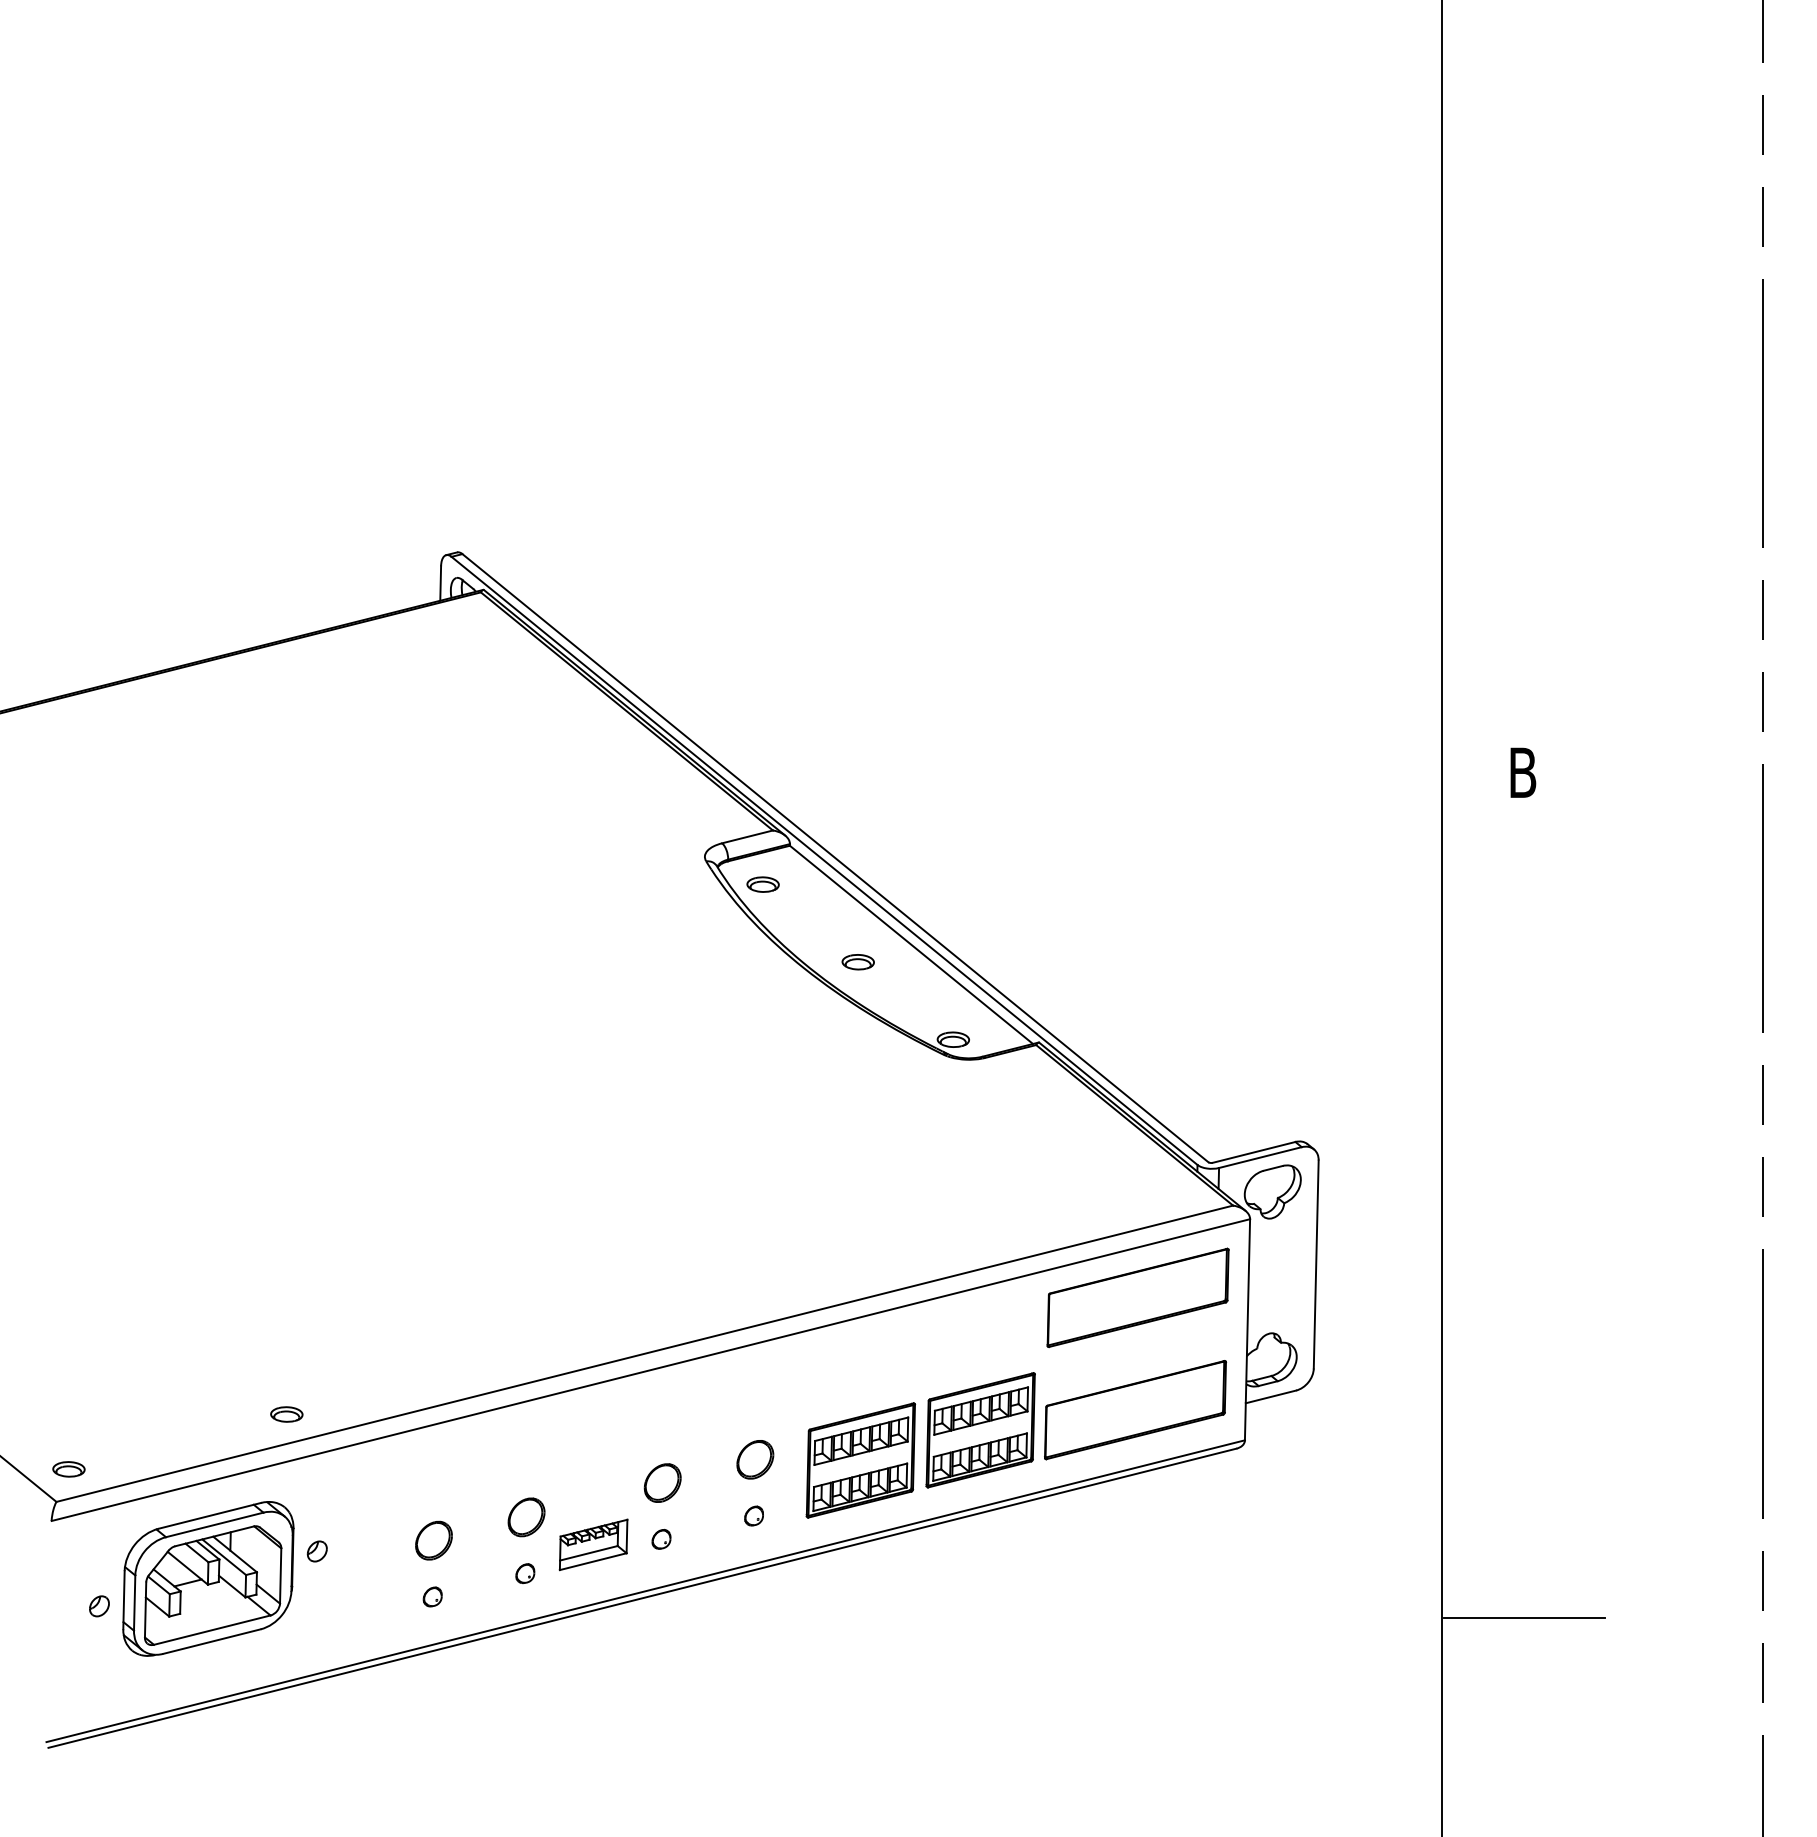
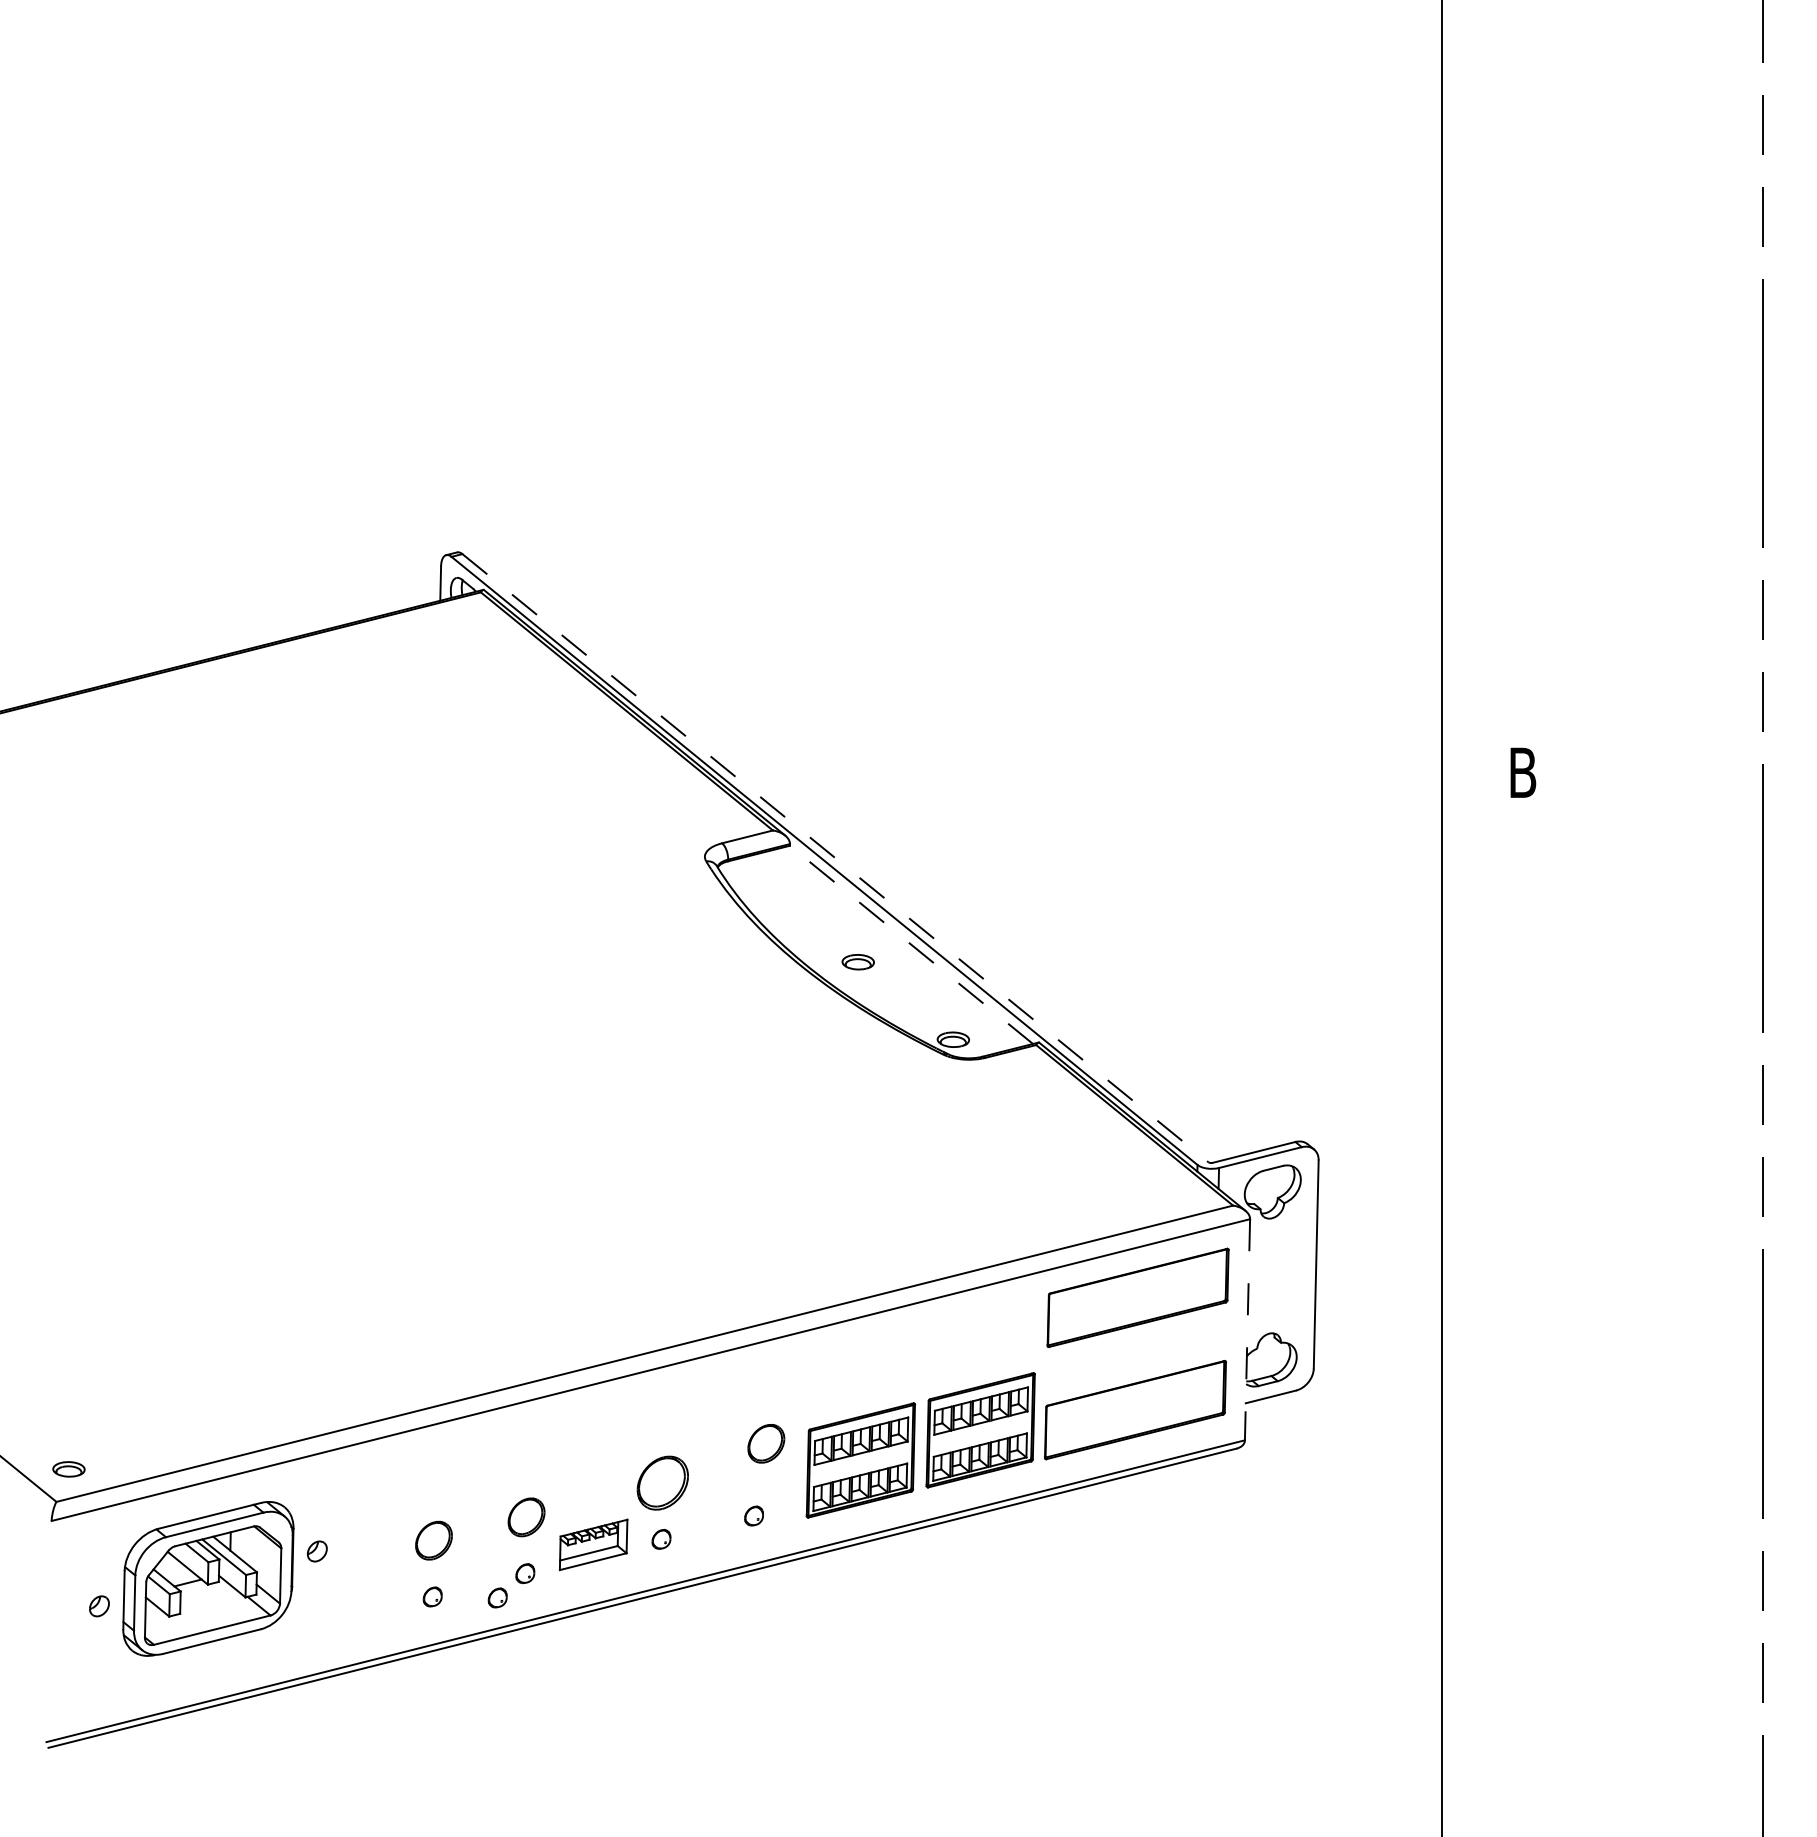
line at (835, 858): solid -> dashed
part at (762, 884): present -> none
line at (911, 944): solid -> dashed
line at (1247, 1329): solid -> dashed
part at (286, 1414): present -> none
part at (755, 1459) position: (755, 1459) -> (766, 1443)
part at (662, 1482) size: 39x40 px -> 53x56 px
part at (497, 1597): none -> present
line at (1524, 1618): present -> none
